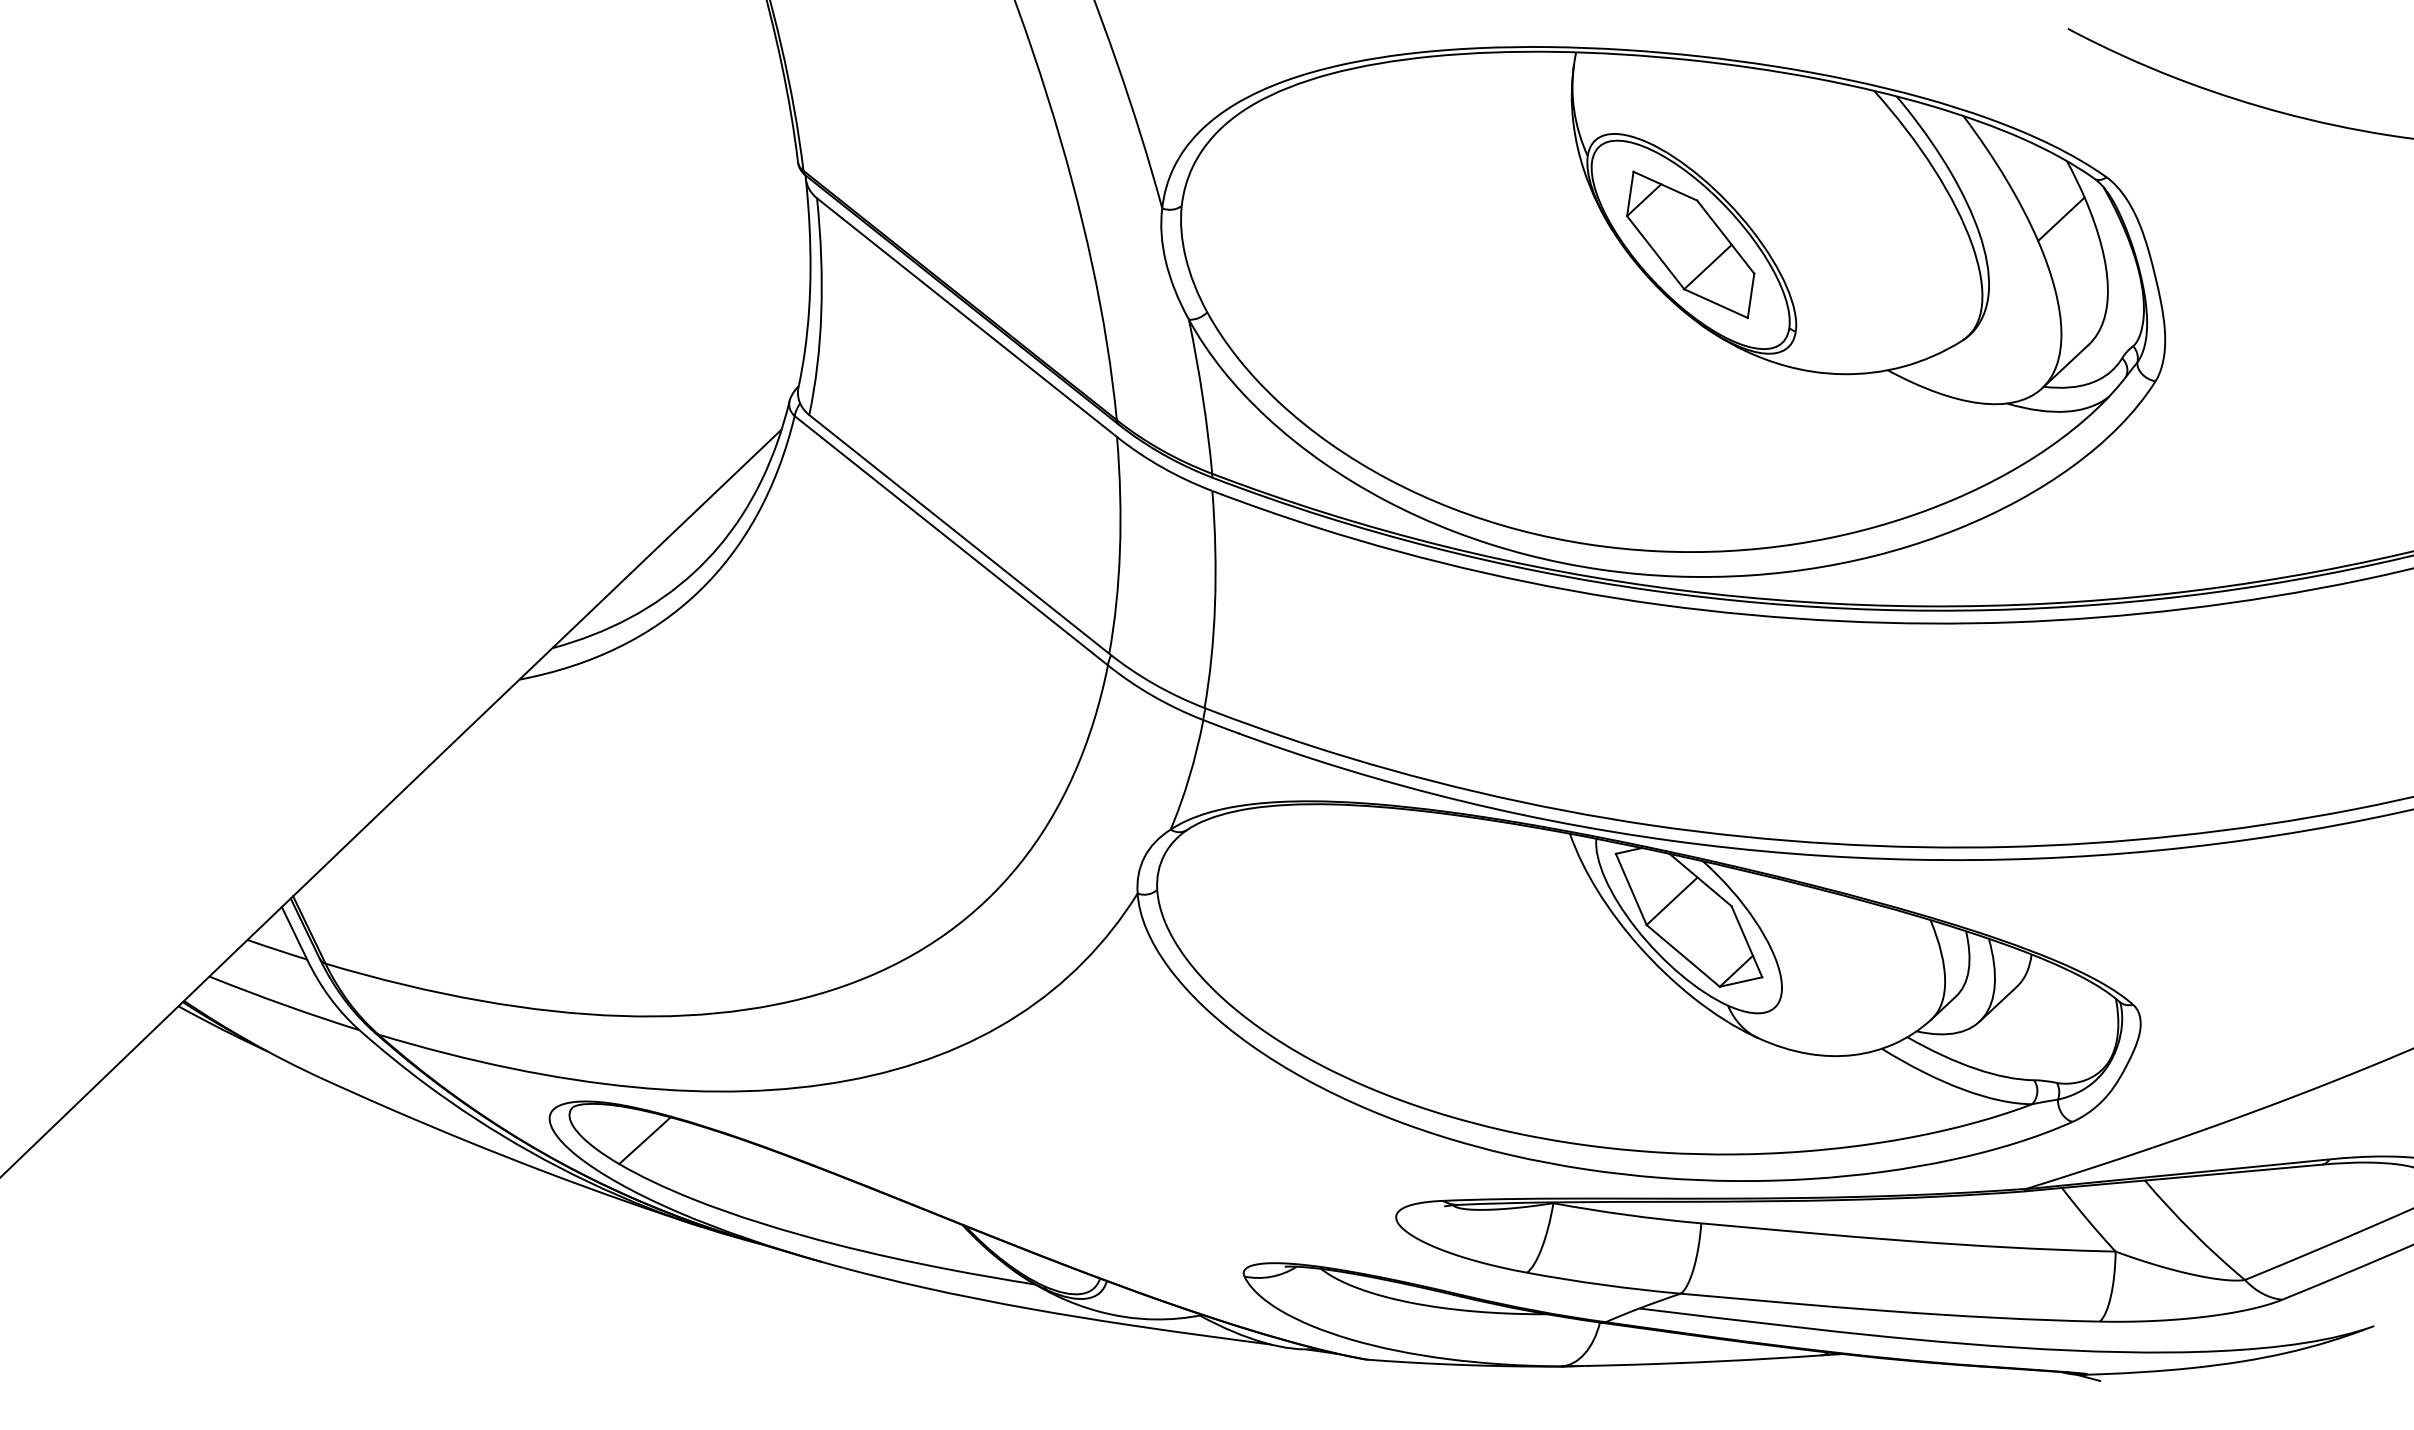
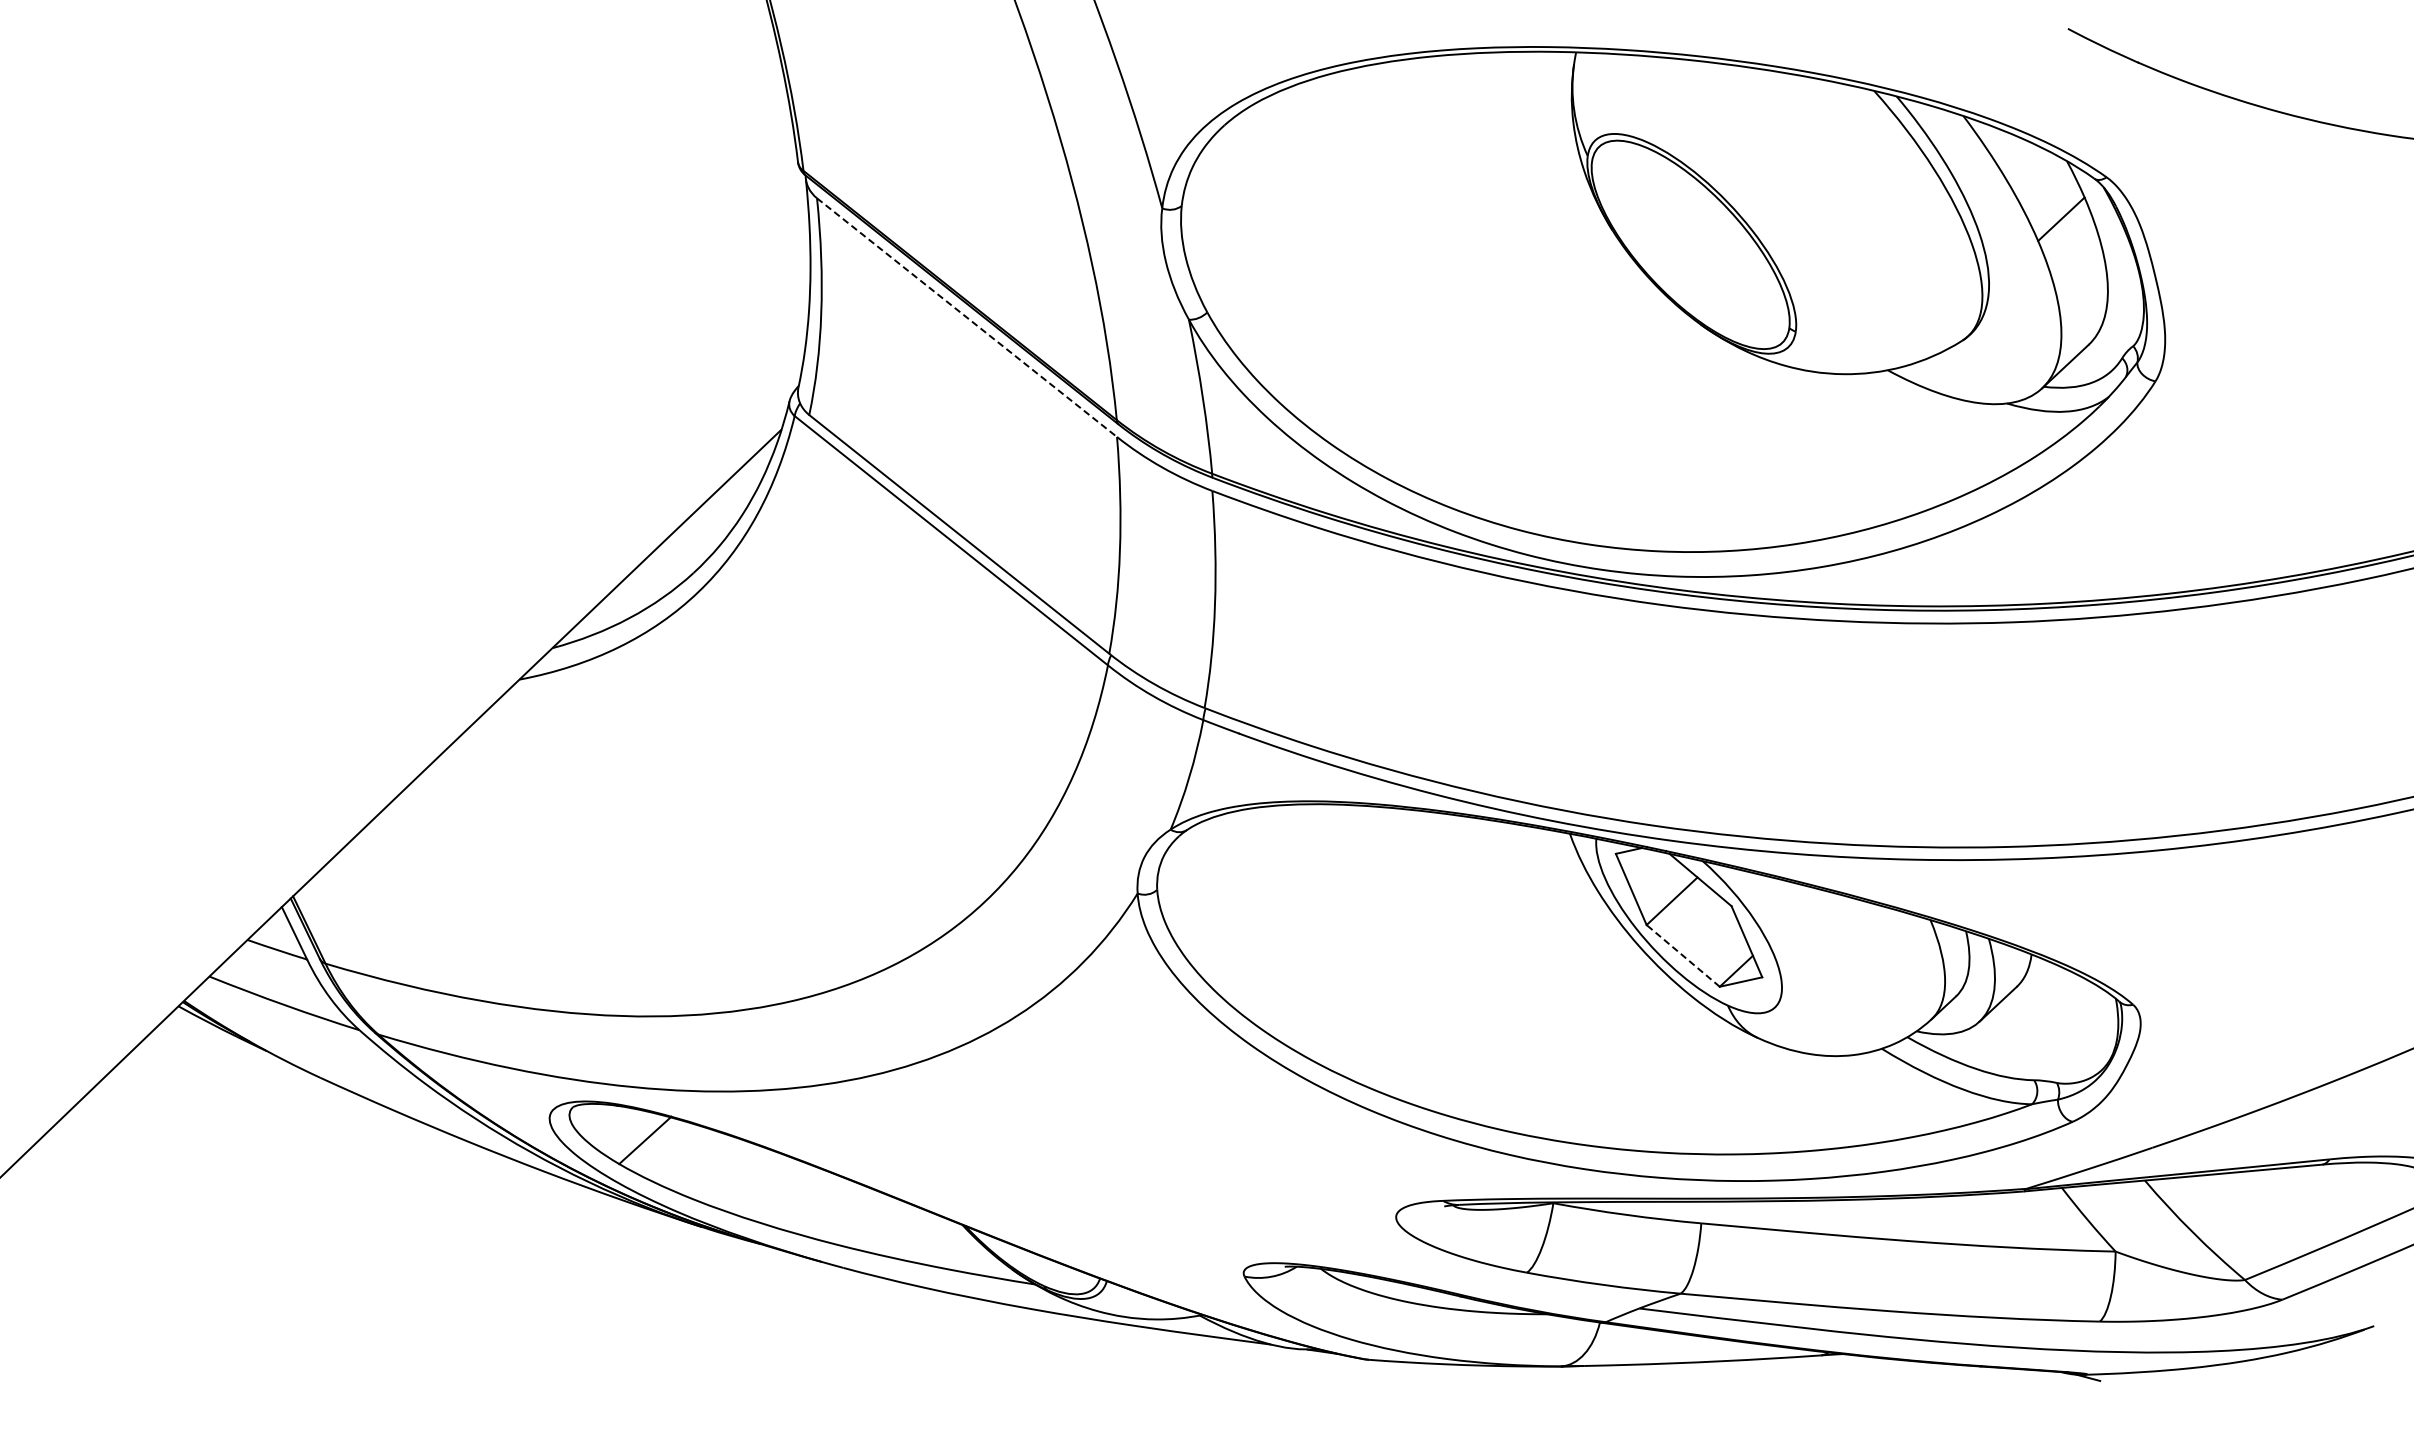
part at (1690, 244): present -> none
line at (967, 317): solid -> dashed
line at (1683, 955): solid -> dashed
